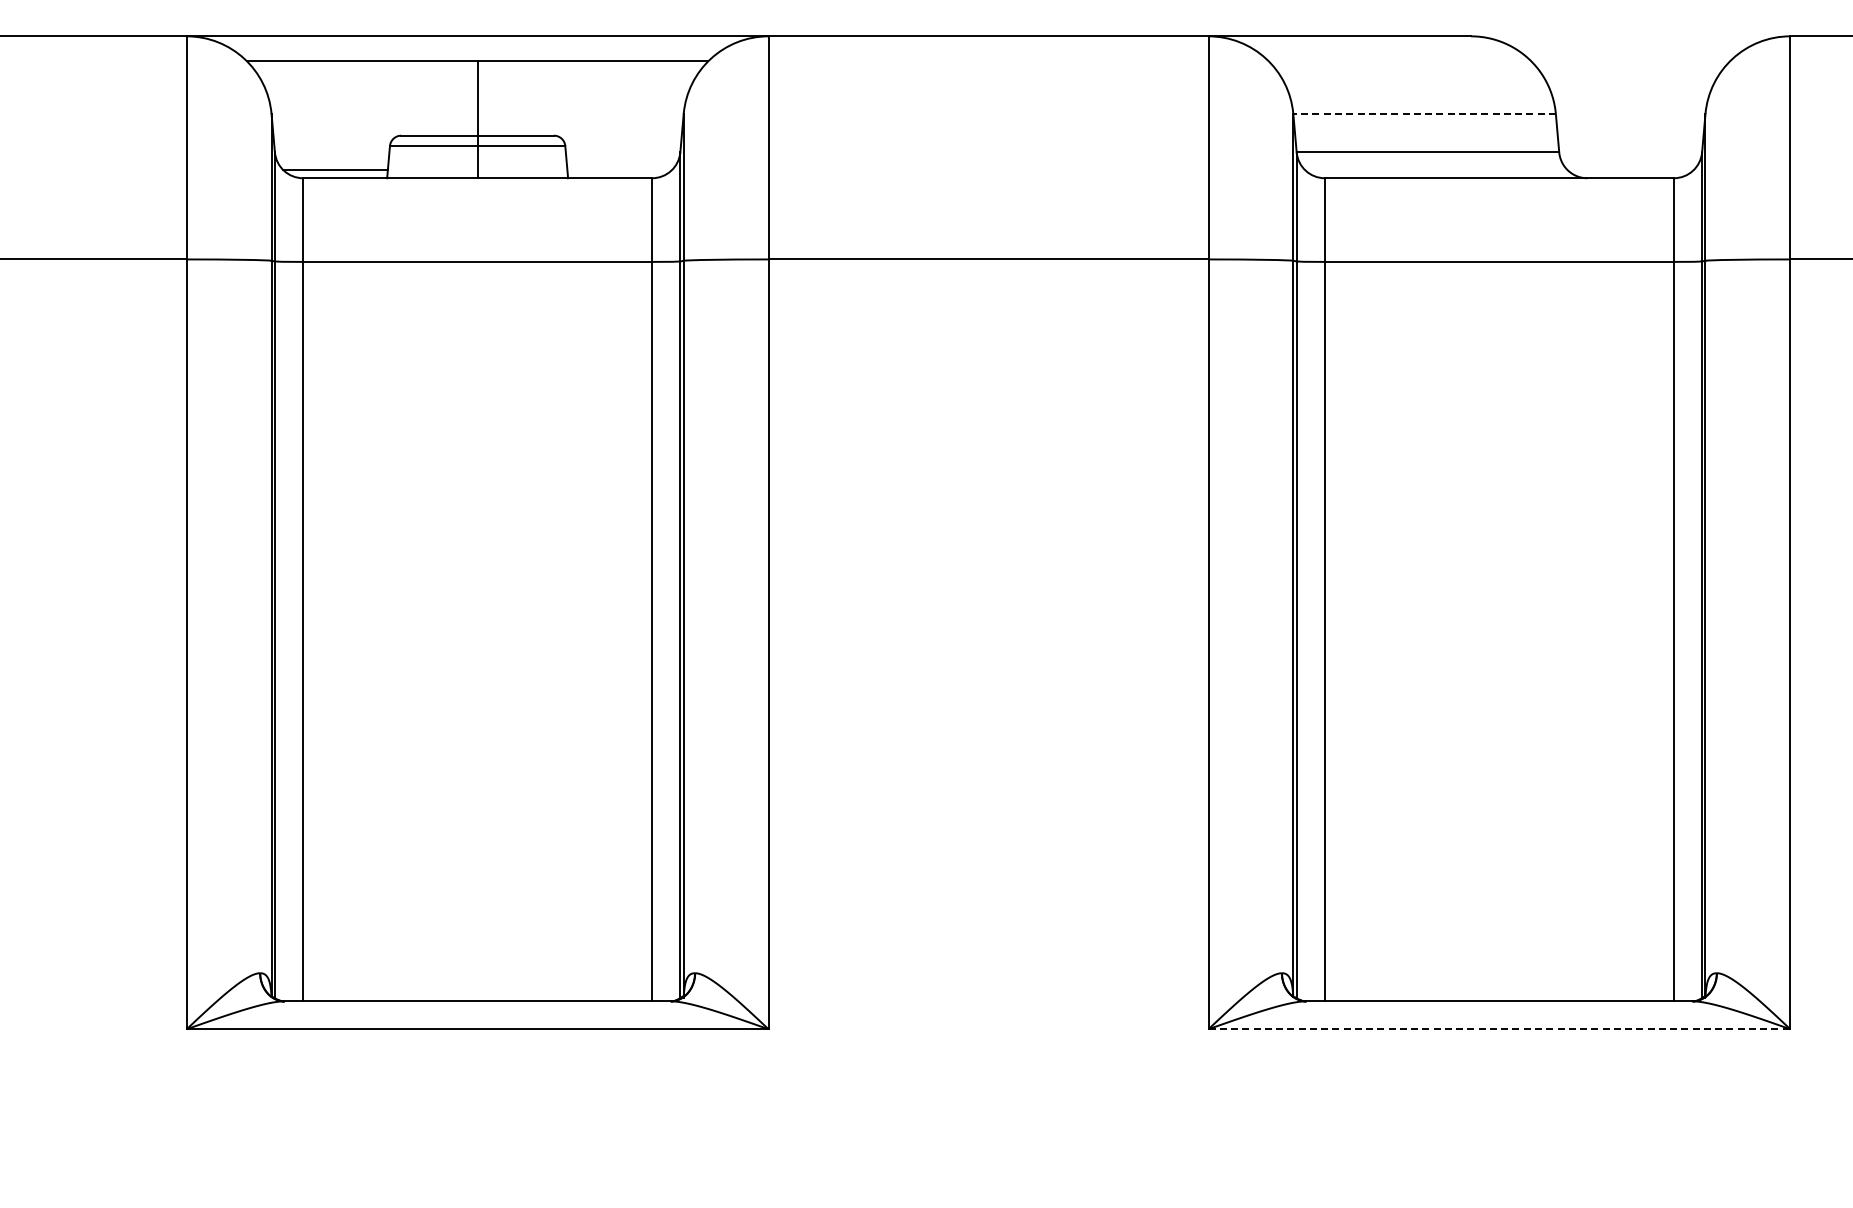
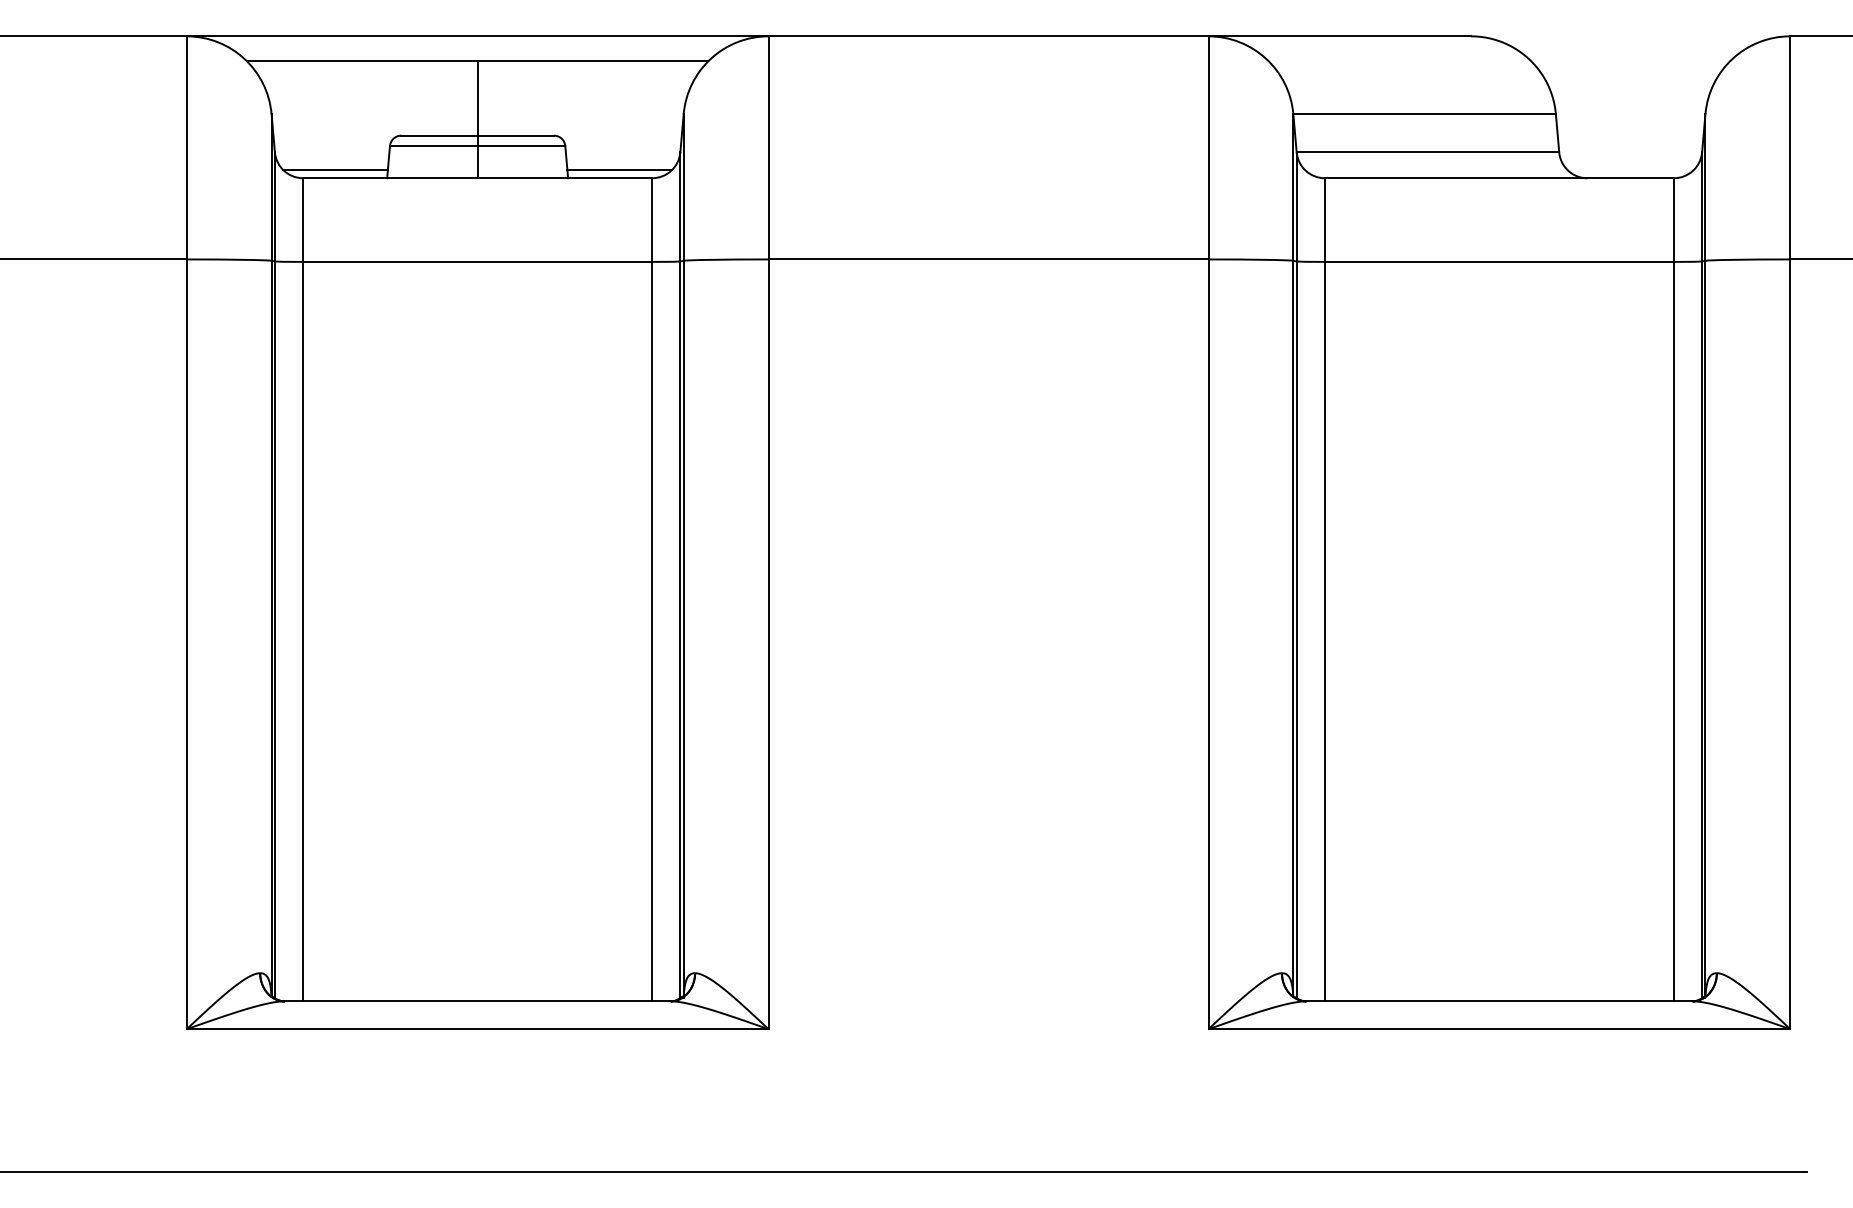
line at (1424, 114): dashed -> solid
line at (619, 169): none -> present
line at (1499, 1029): dashed -> solid
line at (904, 1171): none -> present
